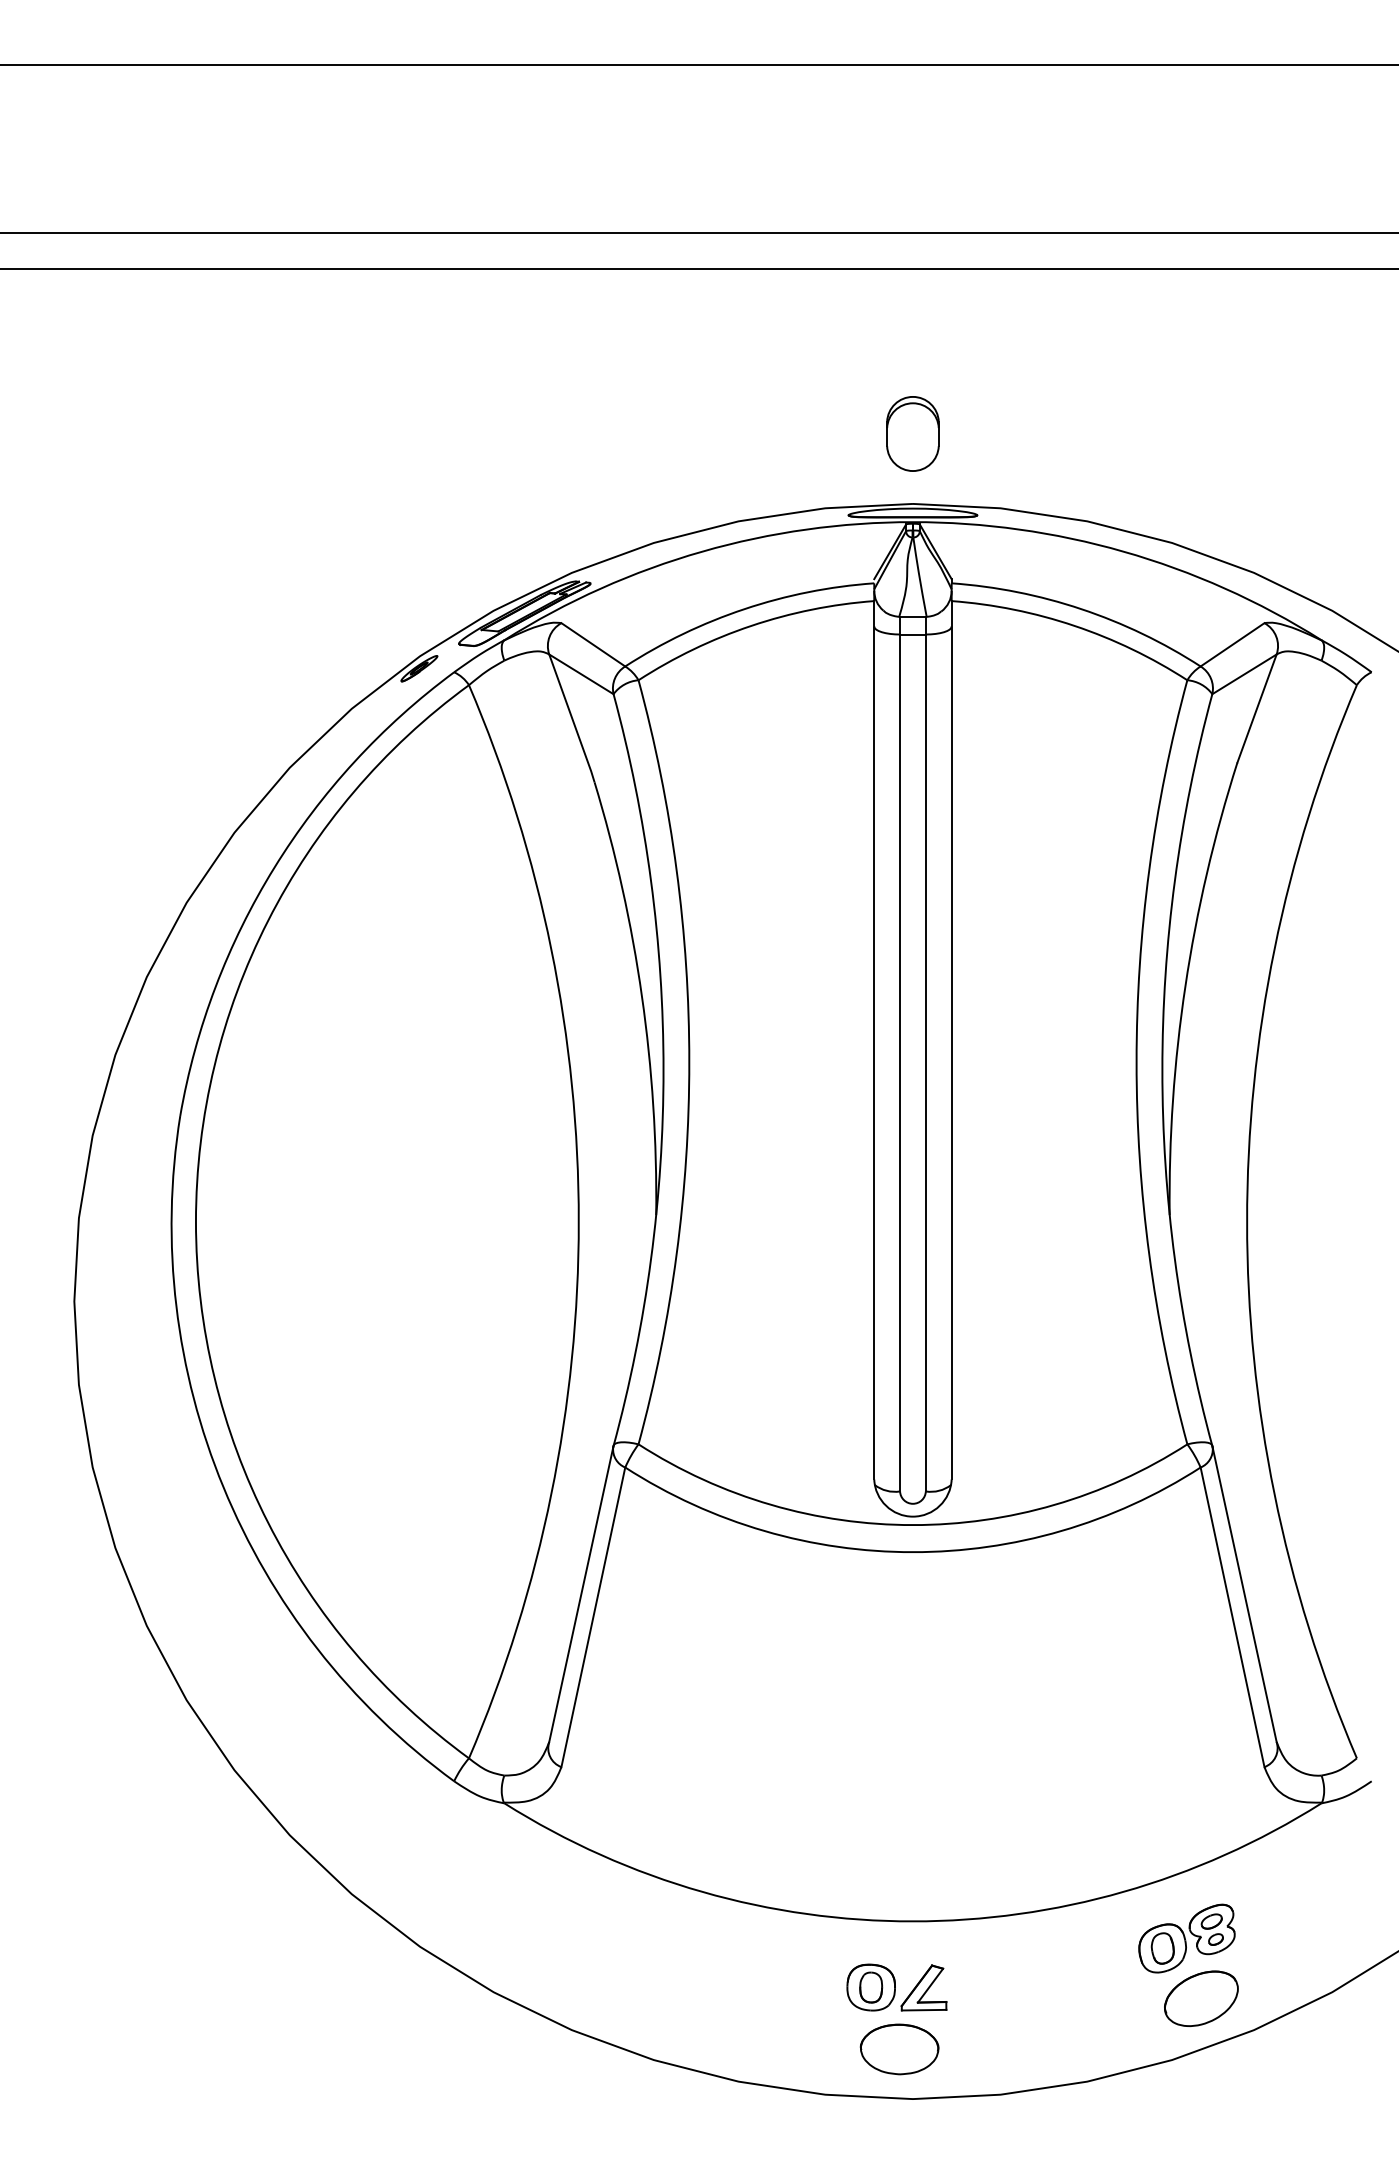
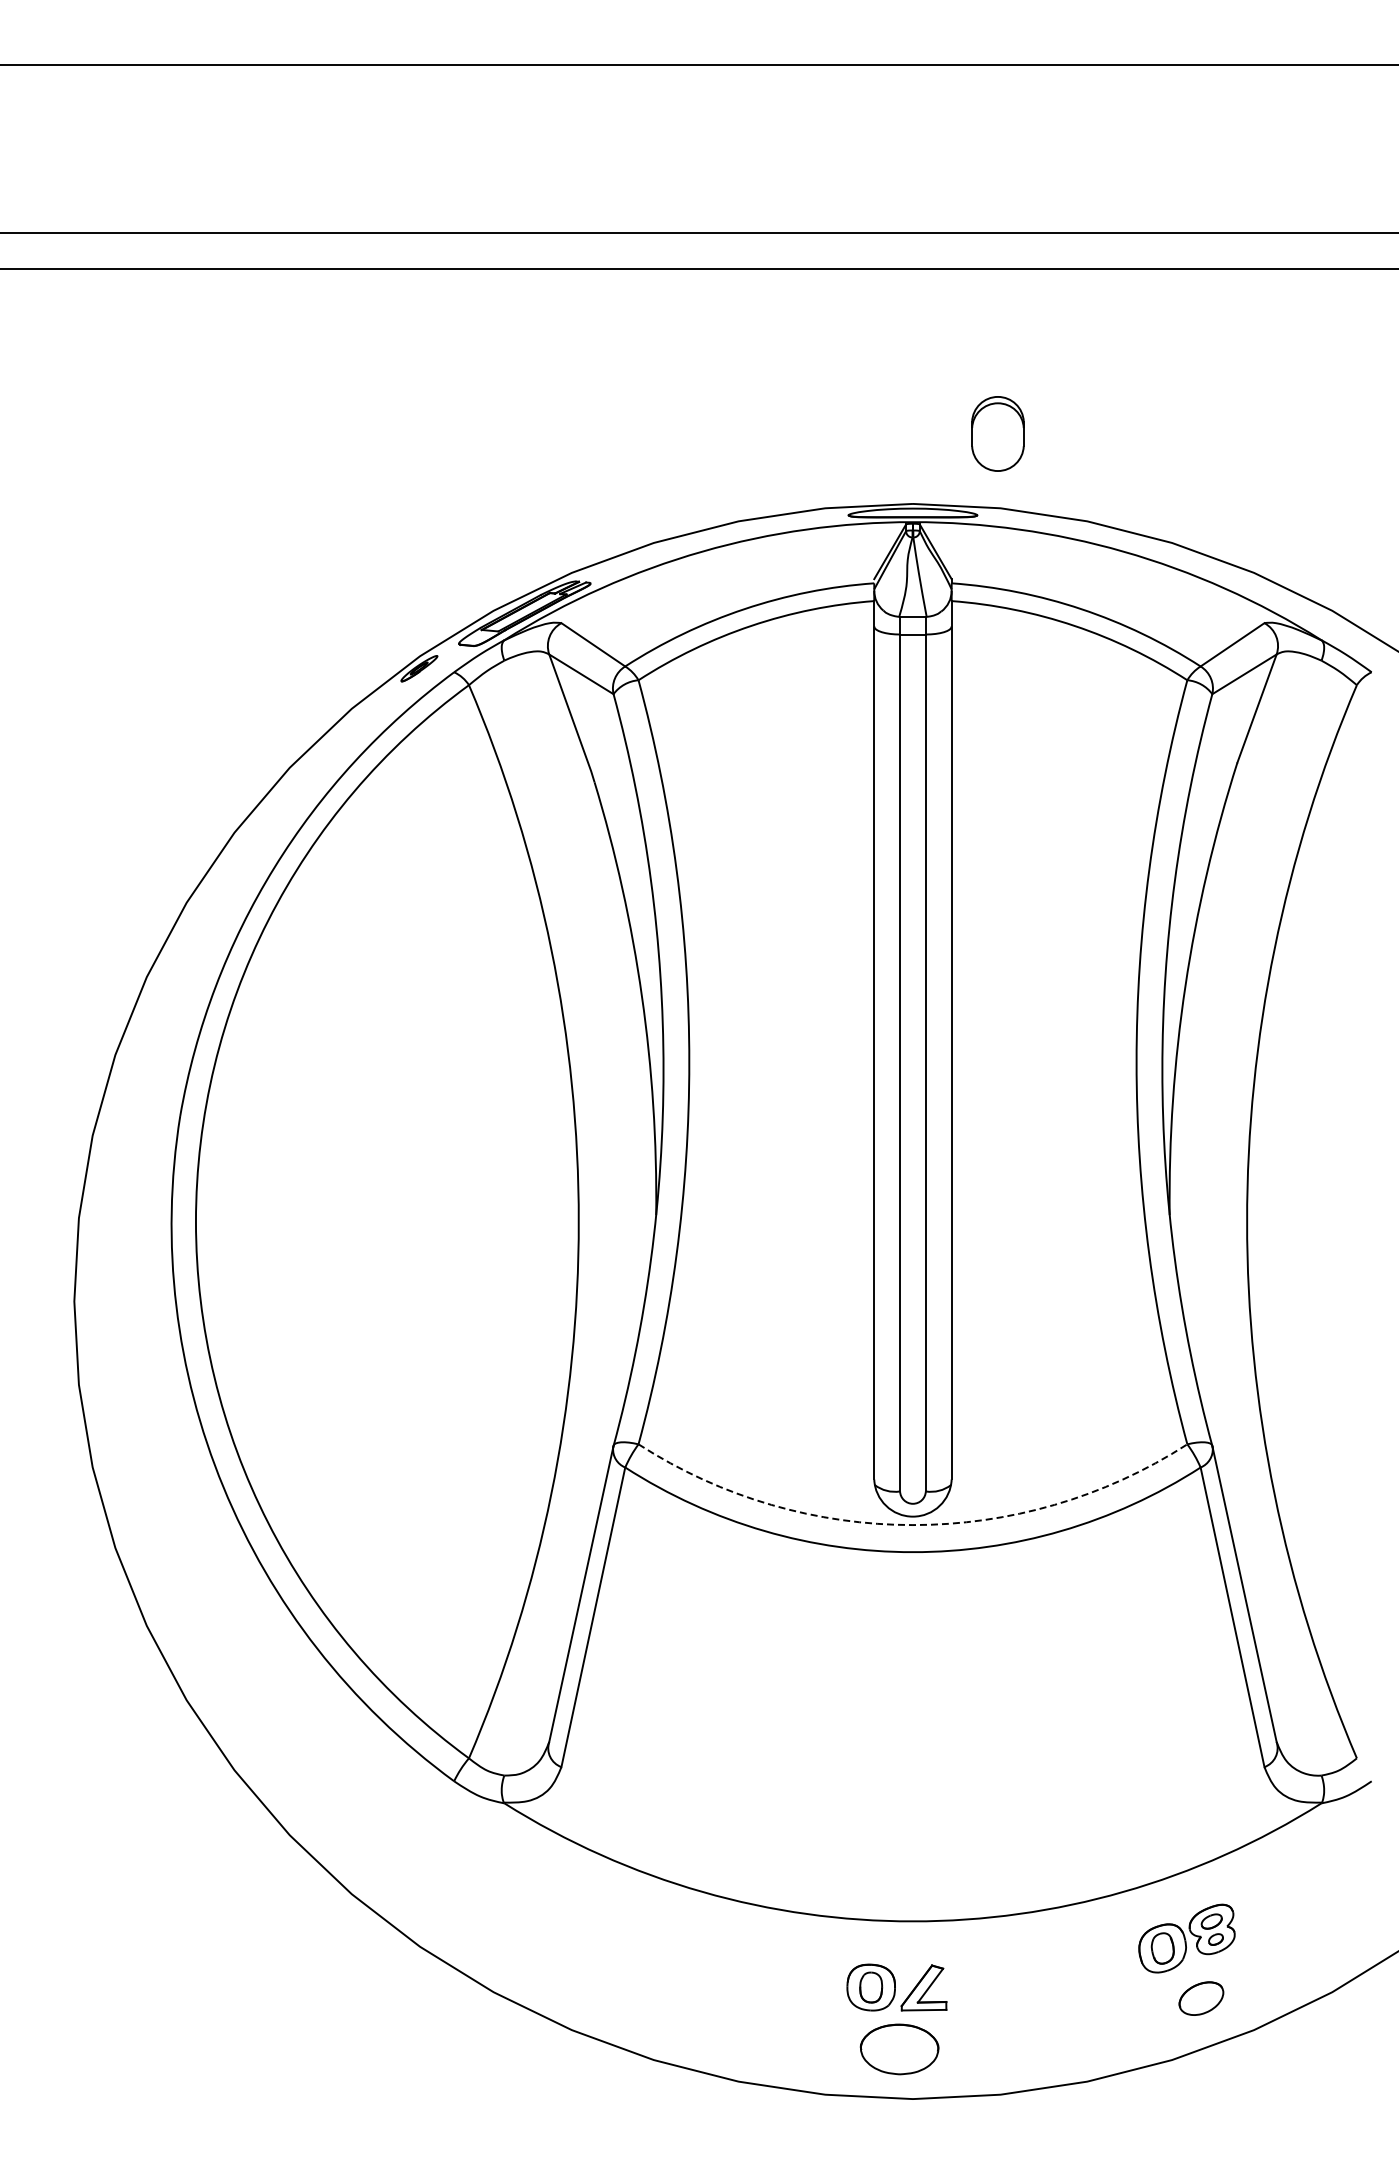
part at (912, 433) position: (912, 433) -> (997, 433)
arc at (912, 1525): solid -> dashed
part at (1201, 1998) size: 75x57 px -> 47x35 px
